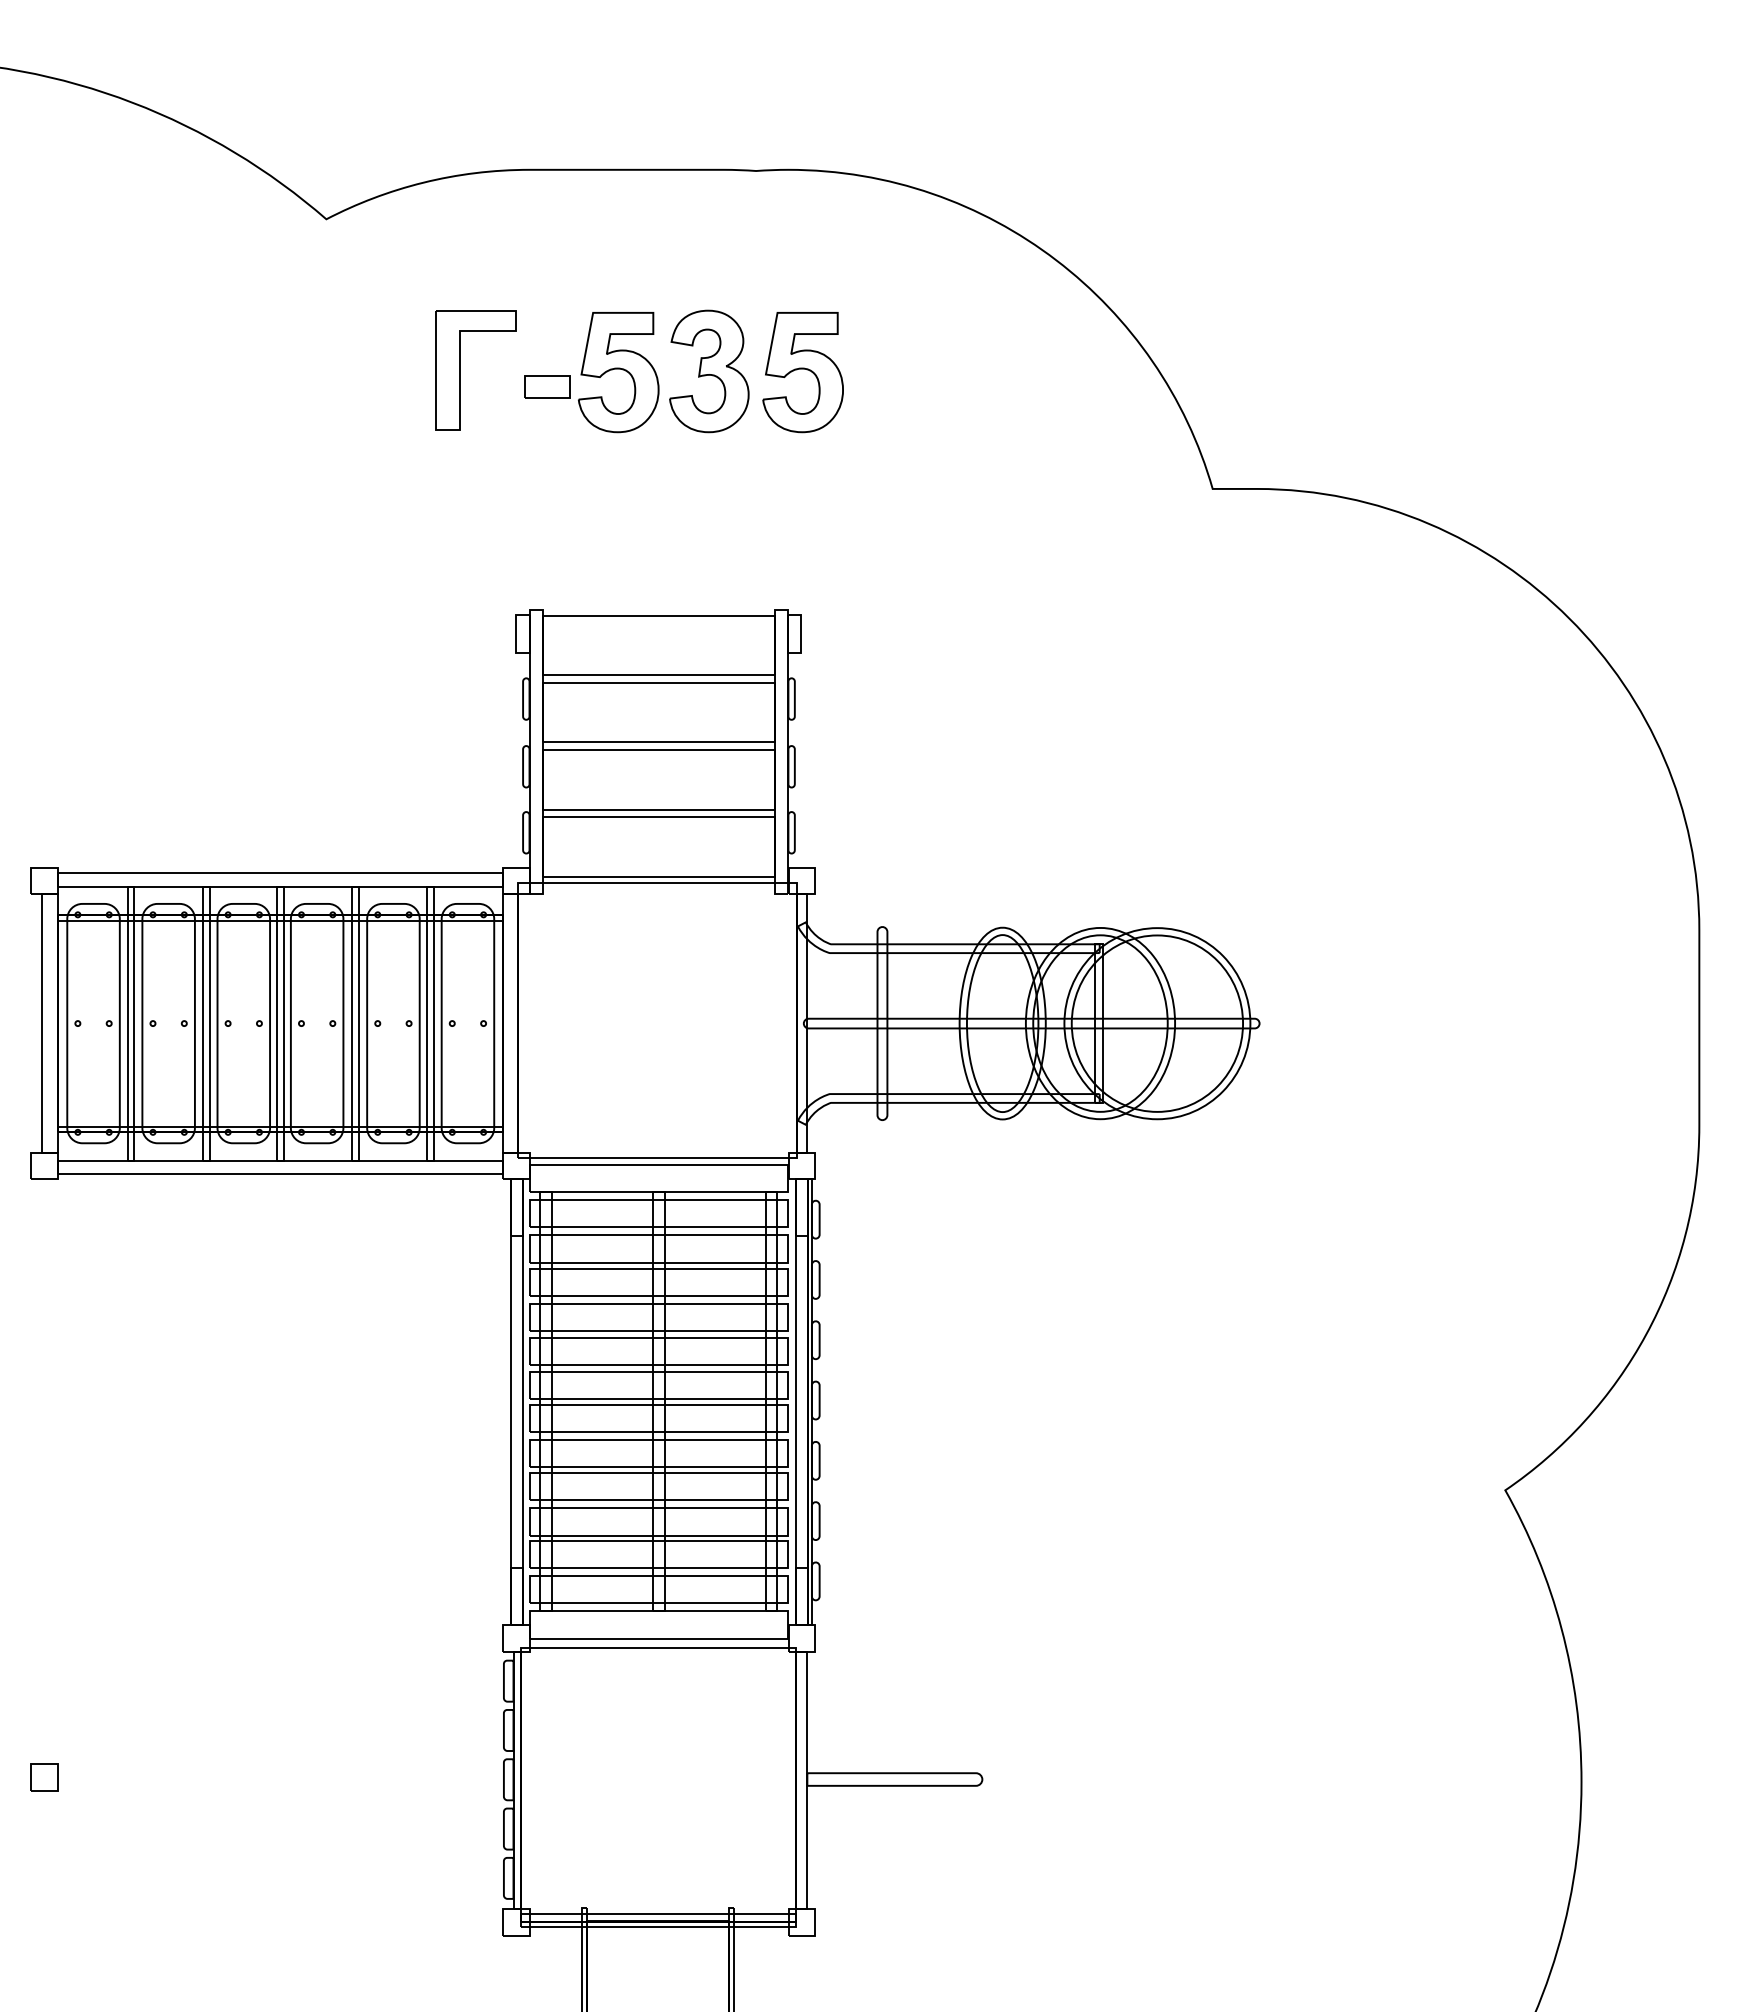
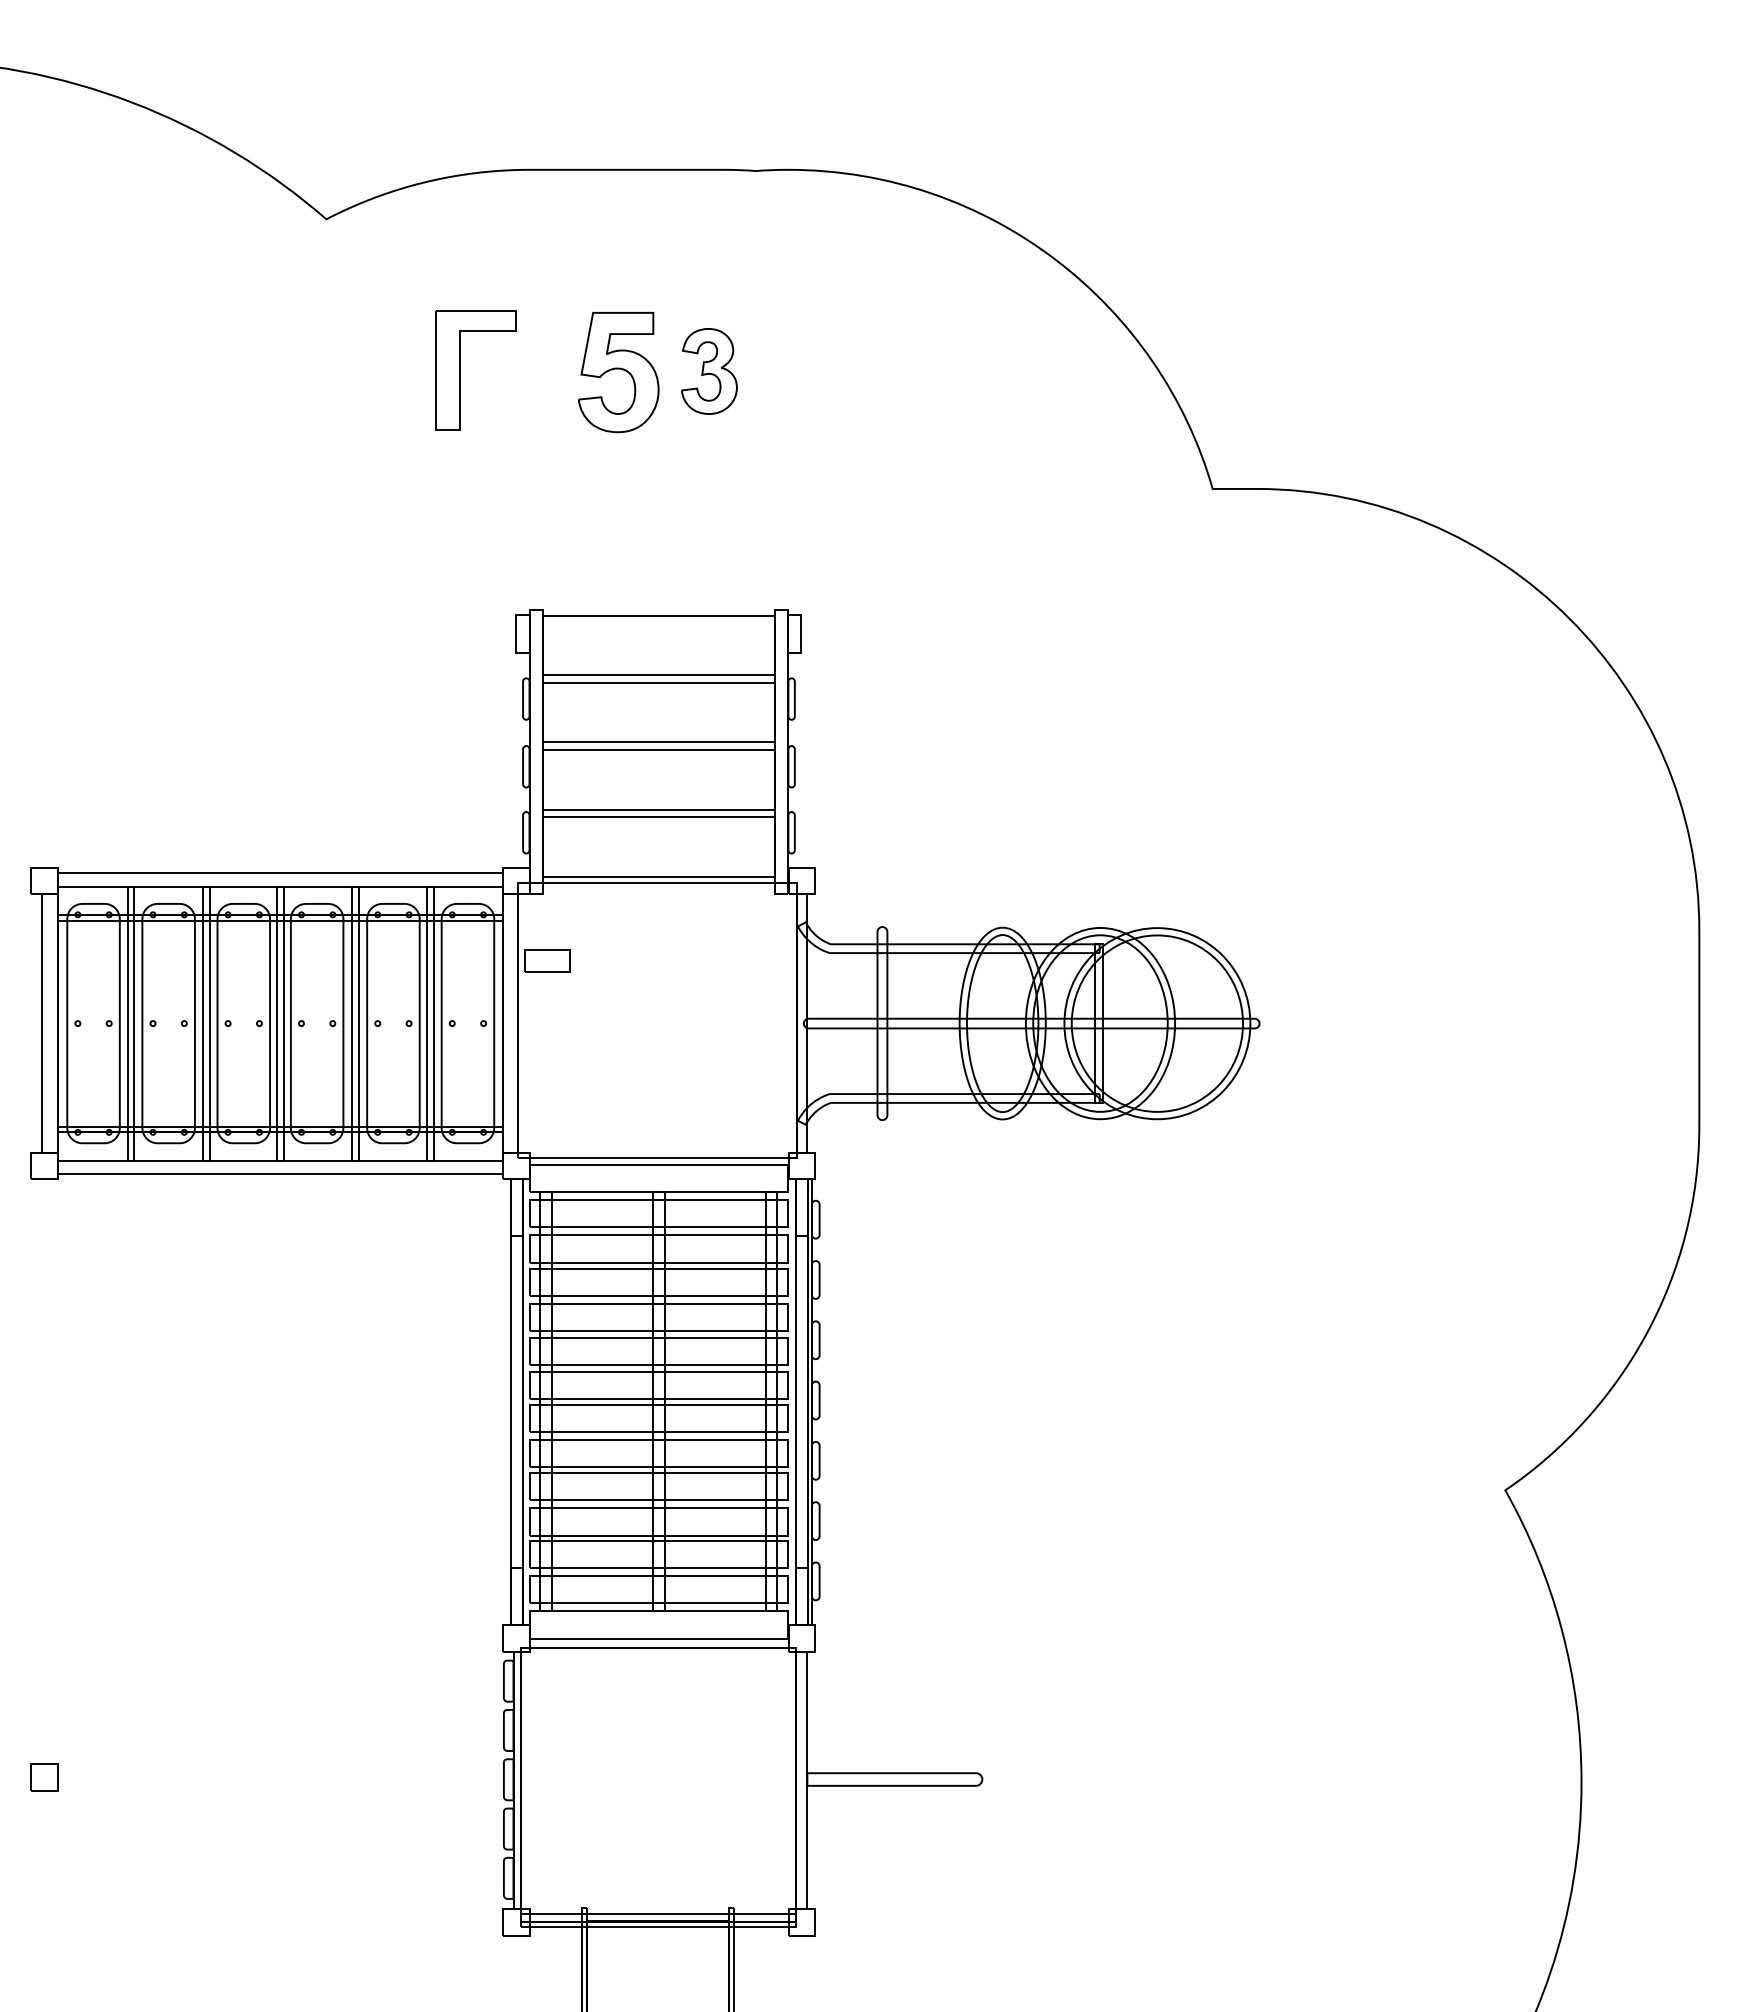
part at (709, 371) size: 81x125 px -> 57x87 px
part at (802, 372): present -> none
part at (547, 386) position: (547, 386) -> (547, 960)
